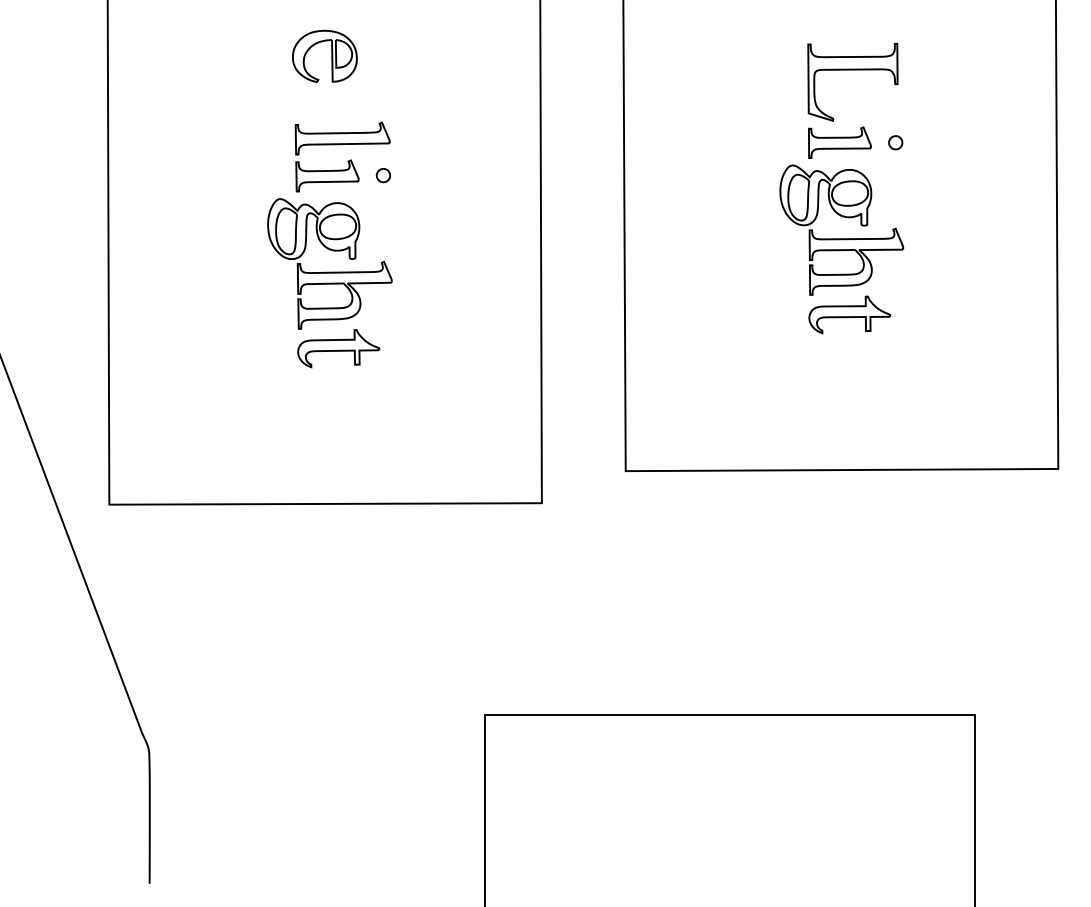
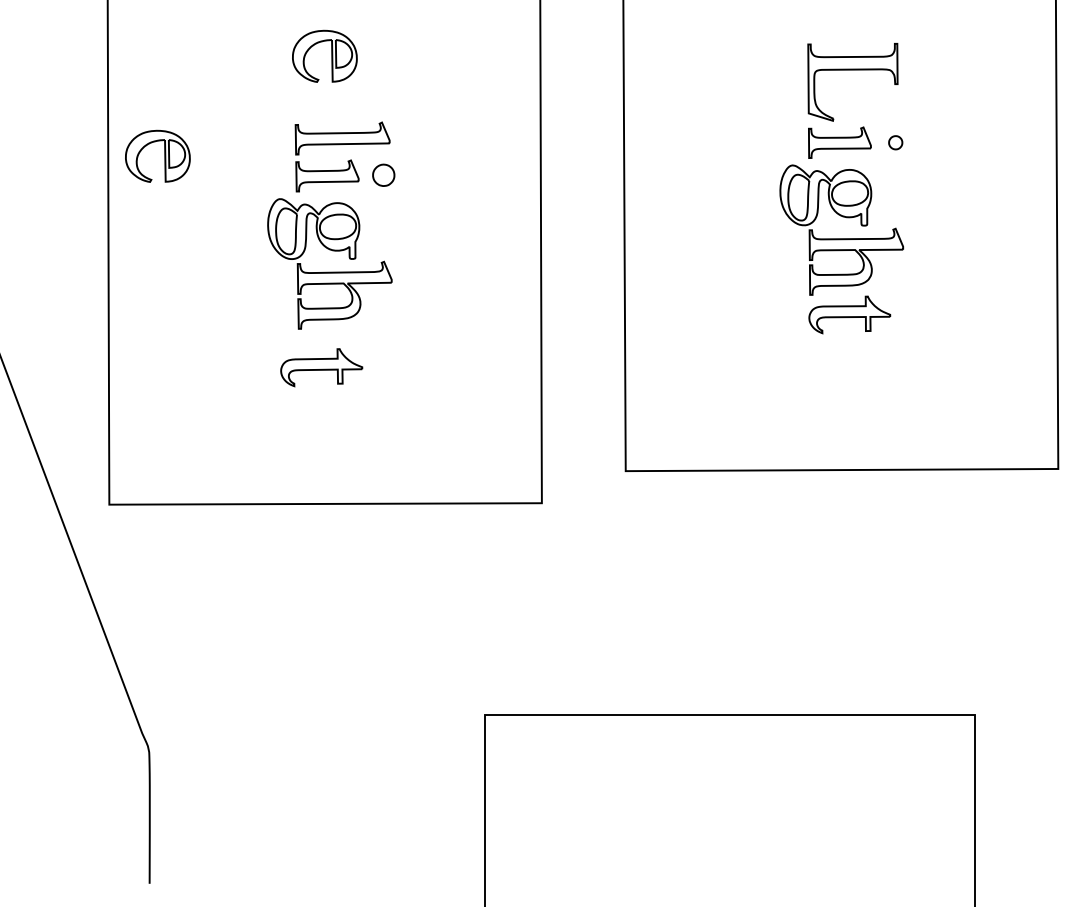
part at (164, 155): none -> present
part at (382, 175) size: 16x16 px -> 24x24 px
part at (338, 348) position: (338, 348) -> (321, 367)
